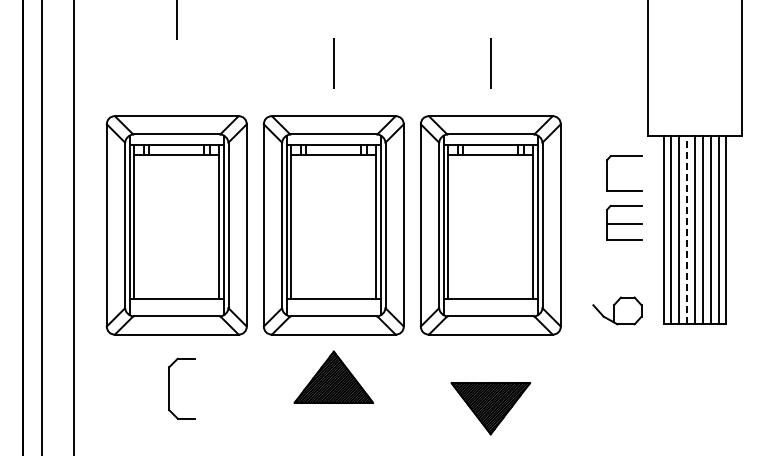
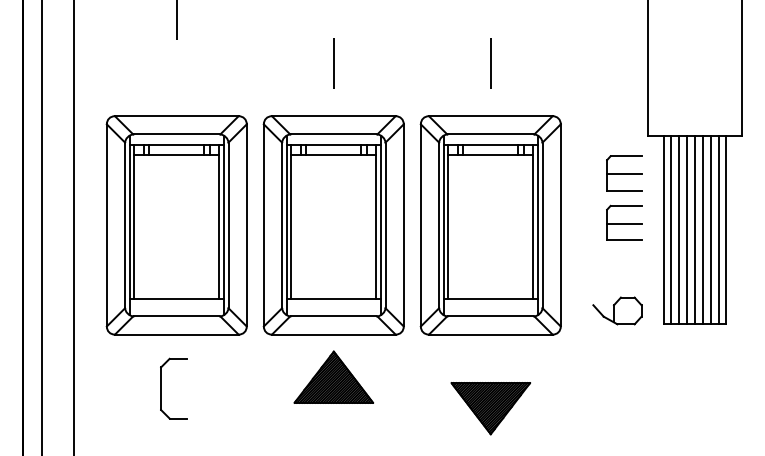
line at (624, 174): none -> present
line at (687, 229): dashed -> solid
part at (169, 388) position: (169, 388) -> (161, 388)
